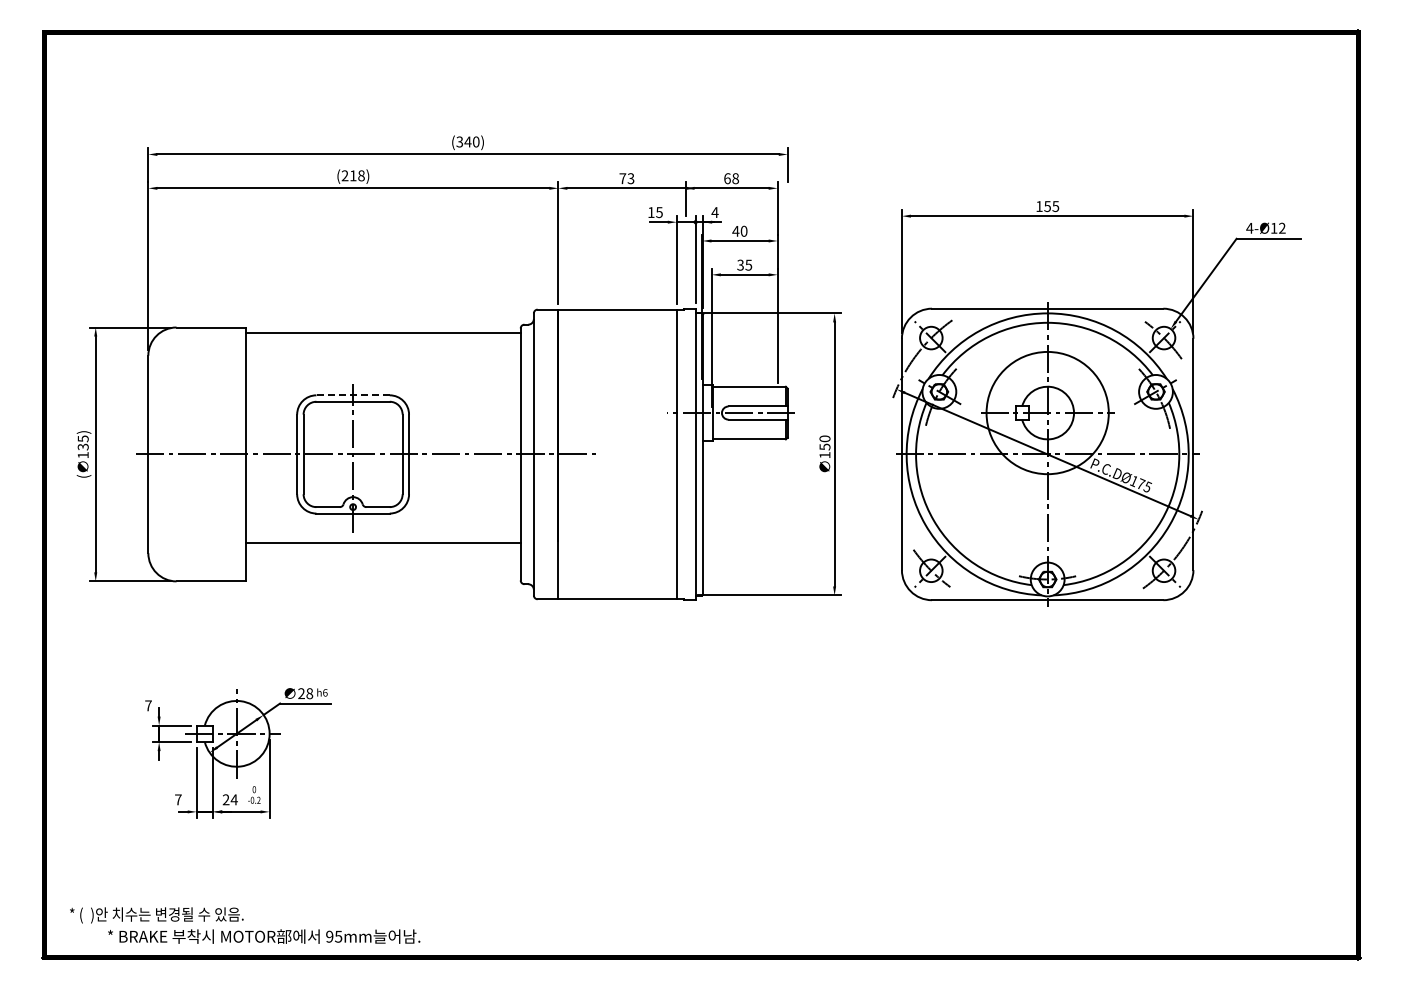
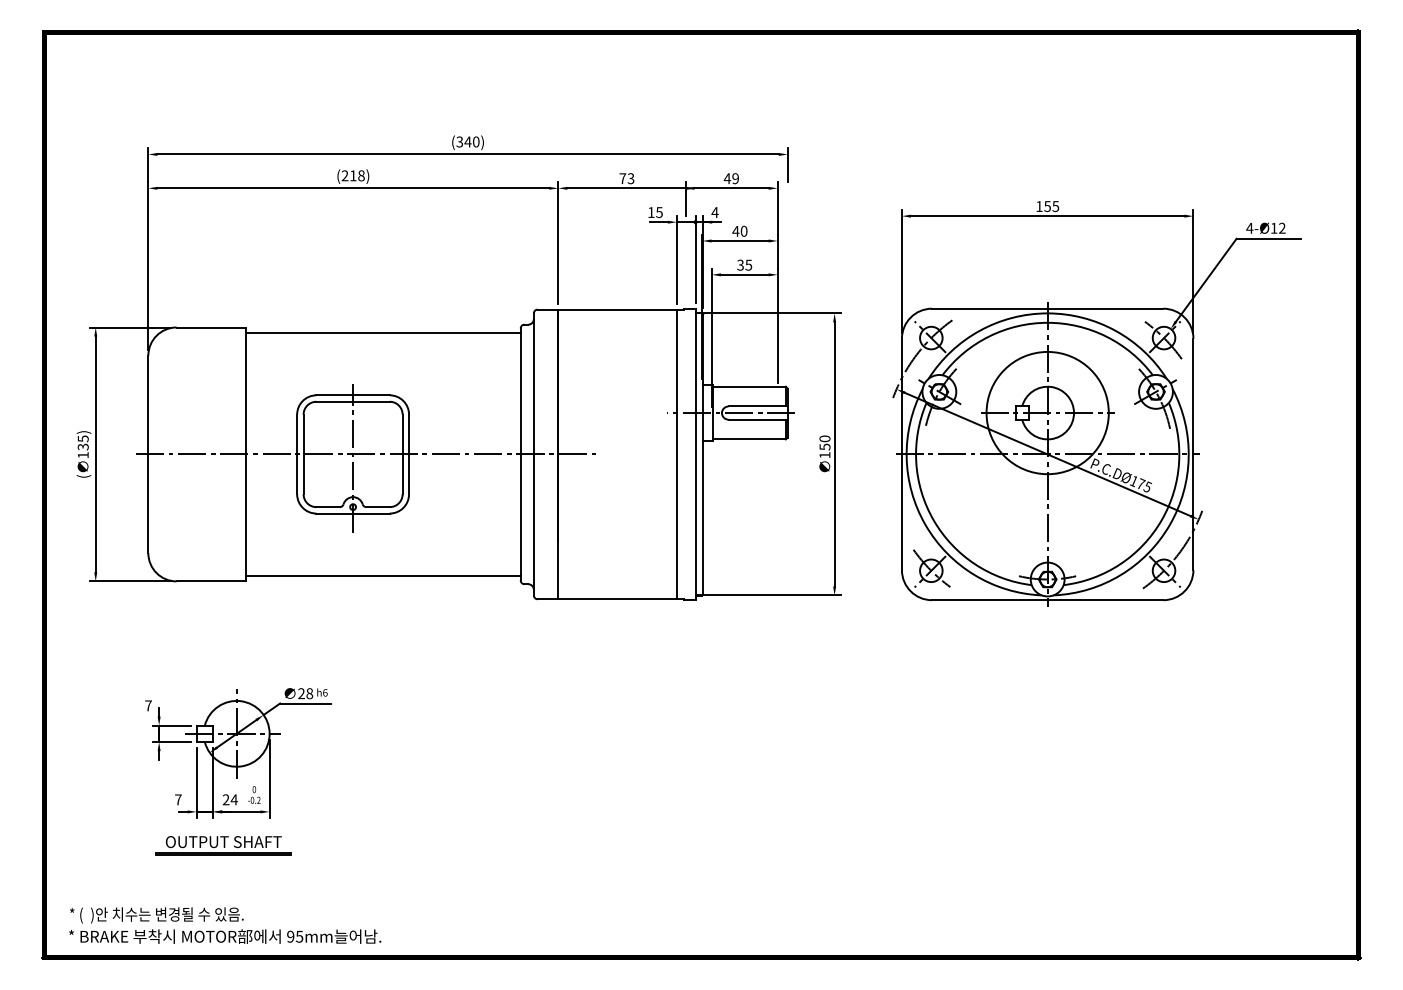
text at (731, 178): 68 -> 49
line at (353, 395): dashed -> solid
line at (383, 542) position: (383, 542) -> (383, 575)
part at (223, 845): none -> present
text at (264, 936) position: (264, 936) -> (225, 936)
